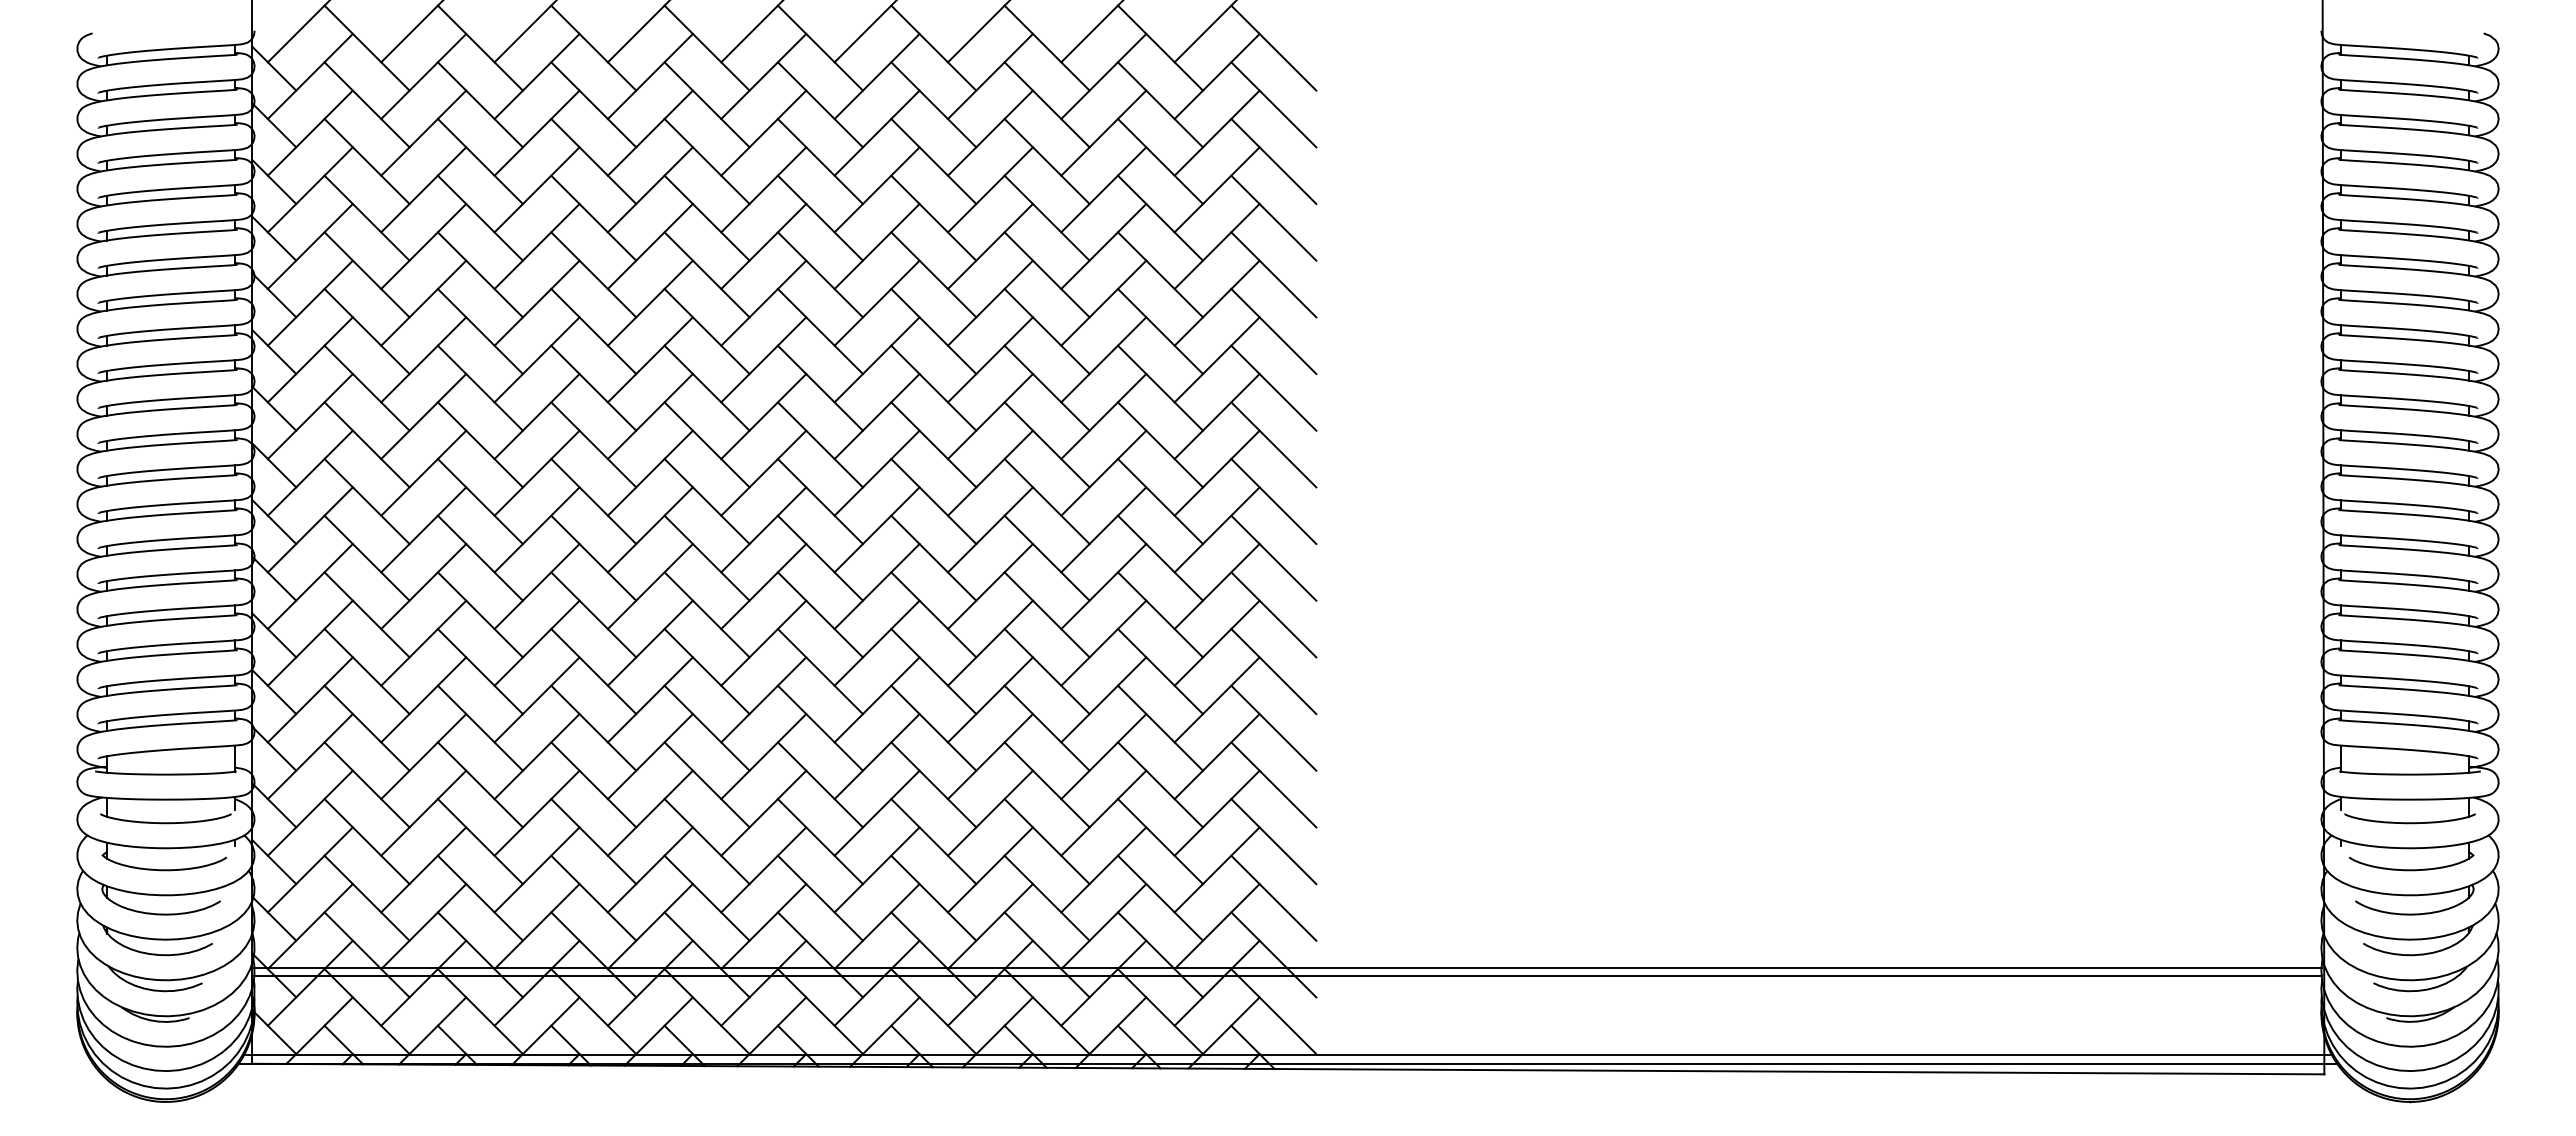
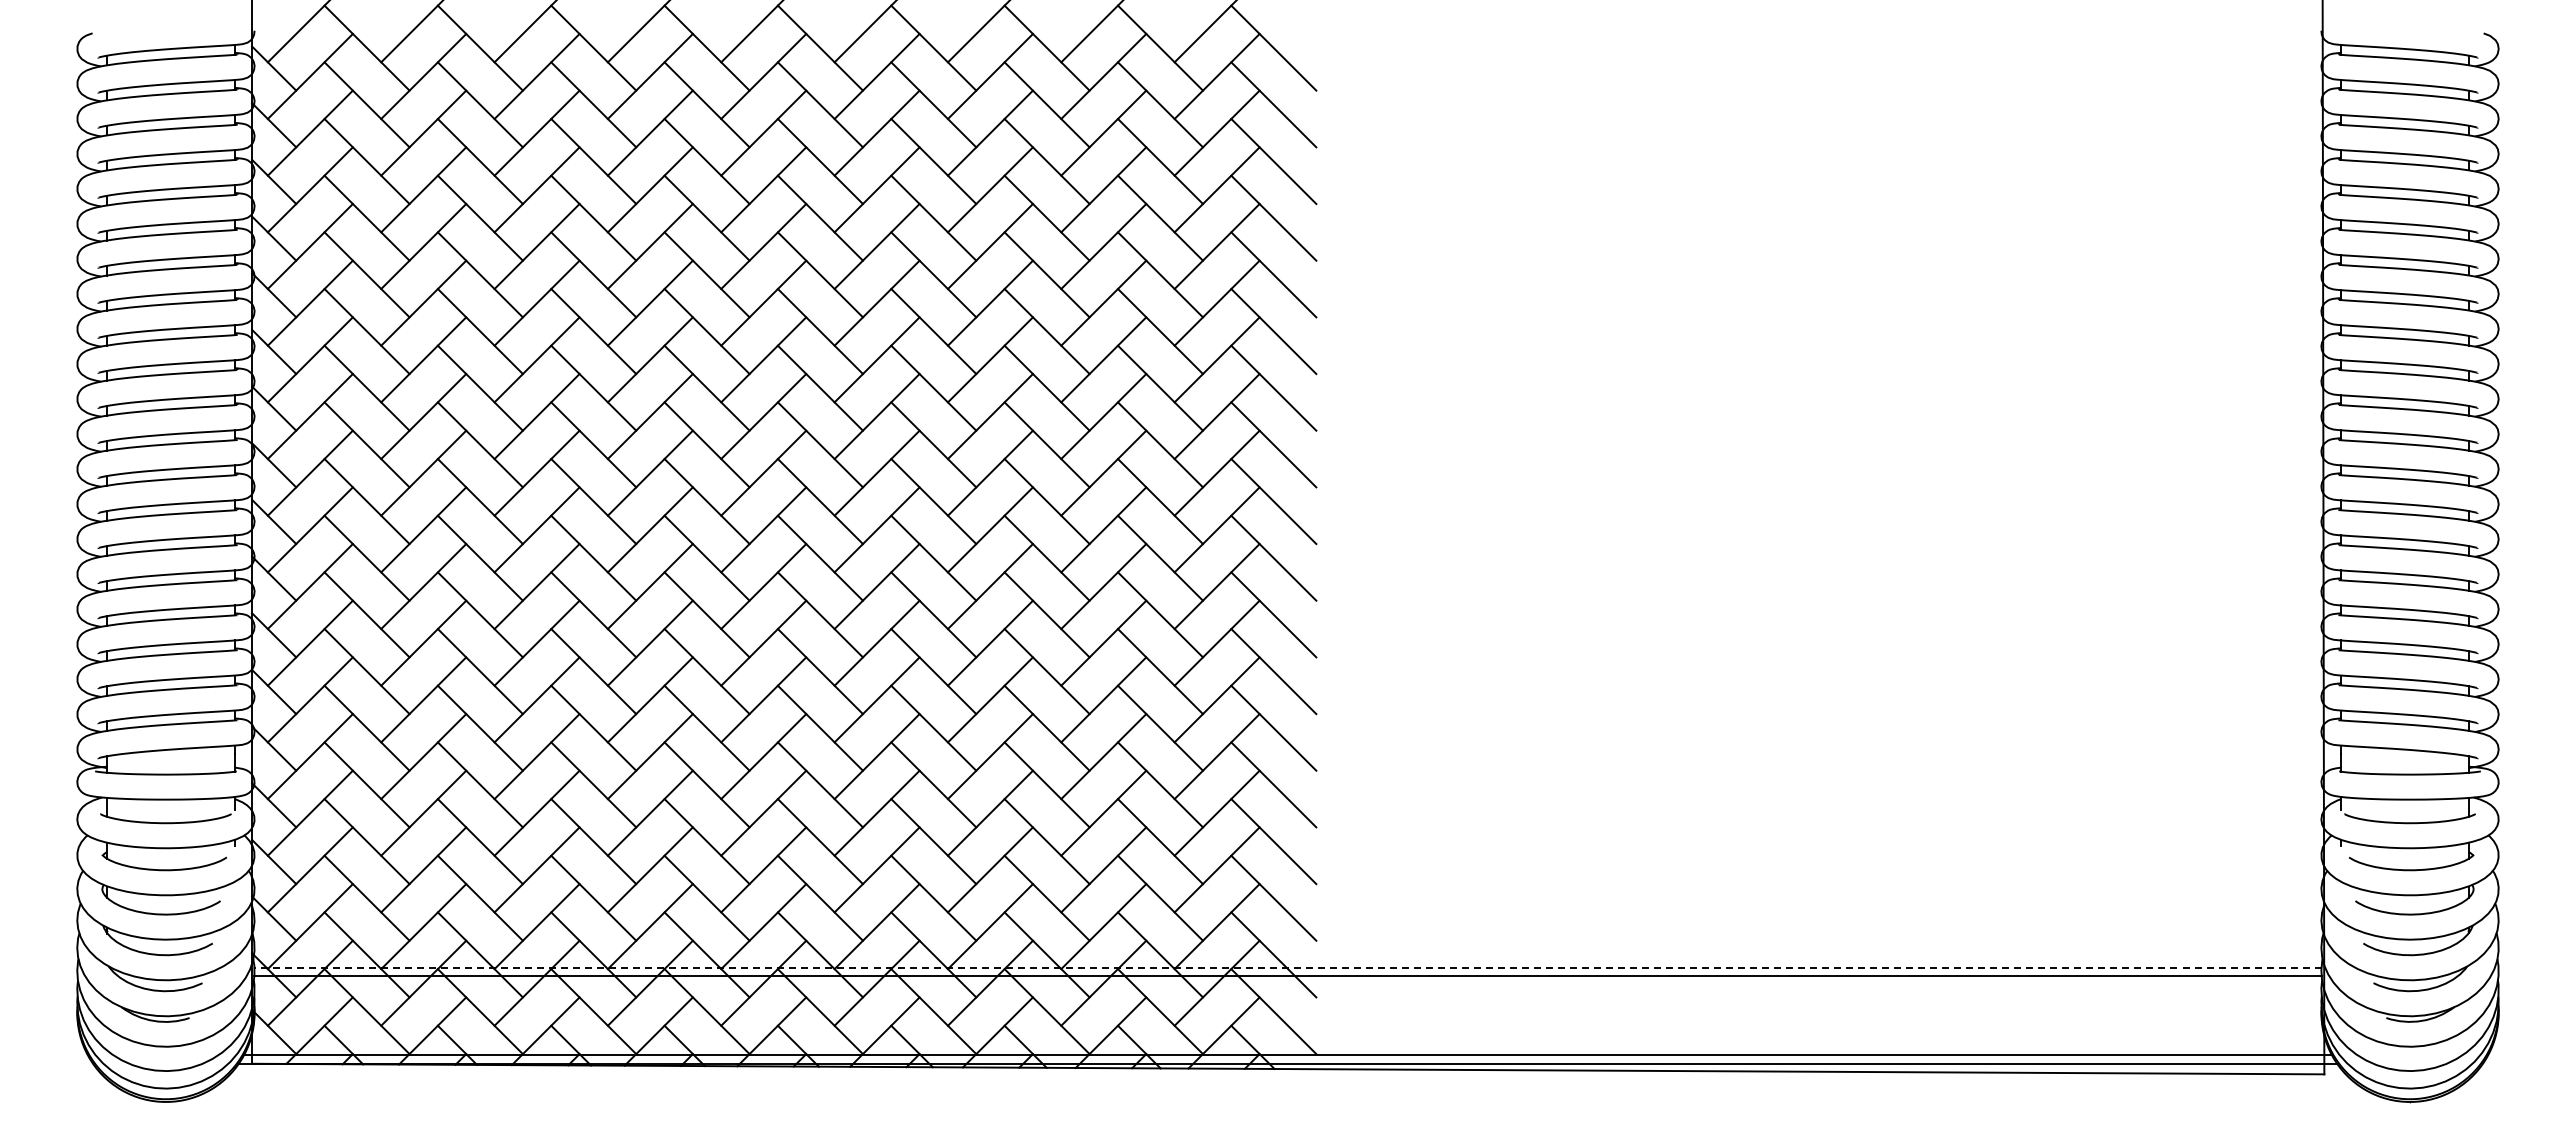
line at (1288, 968): solid -> dashed
